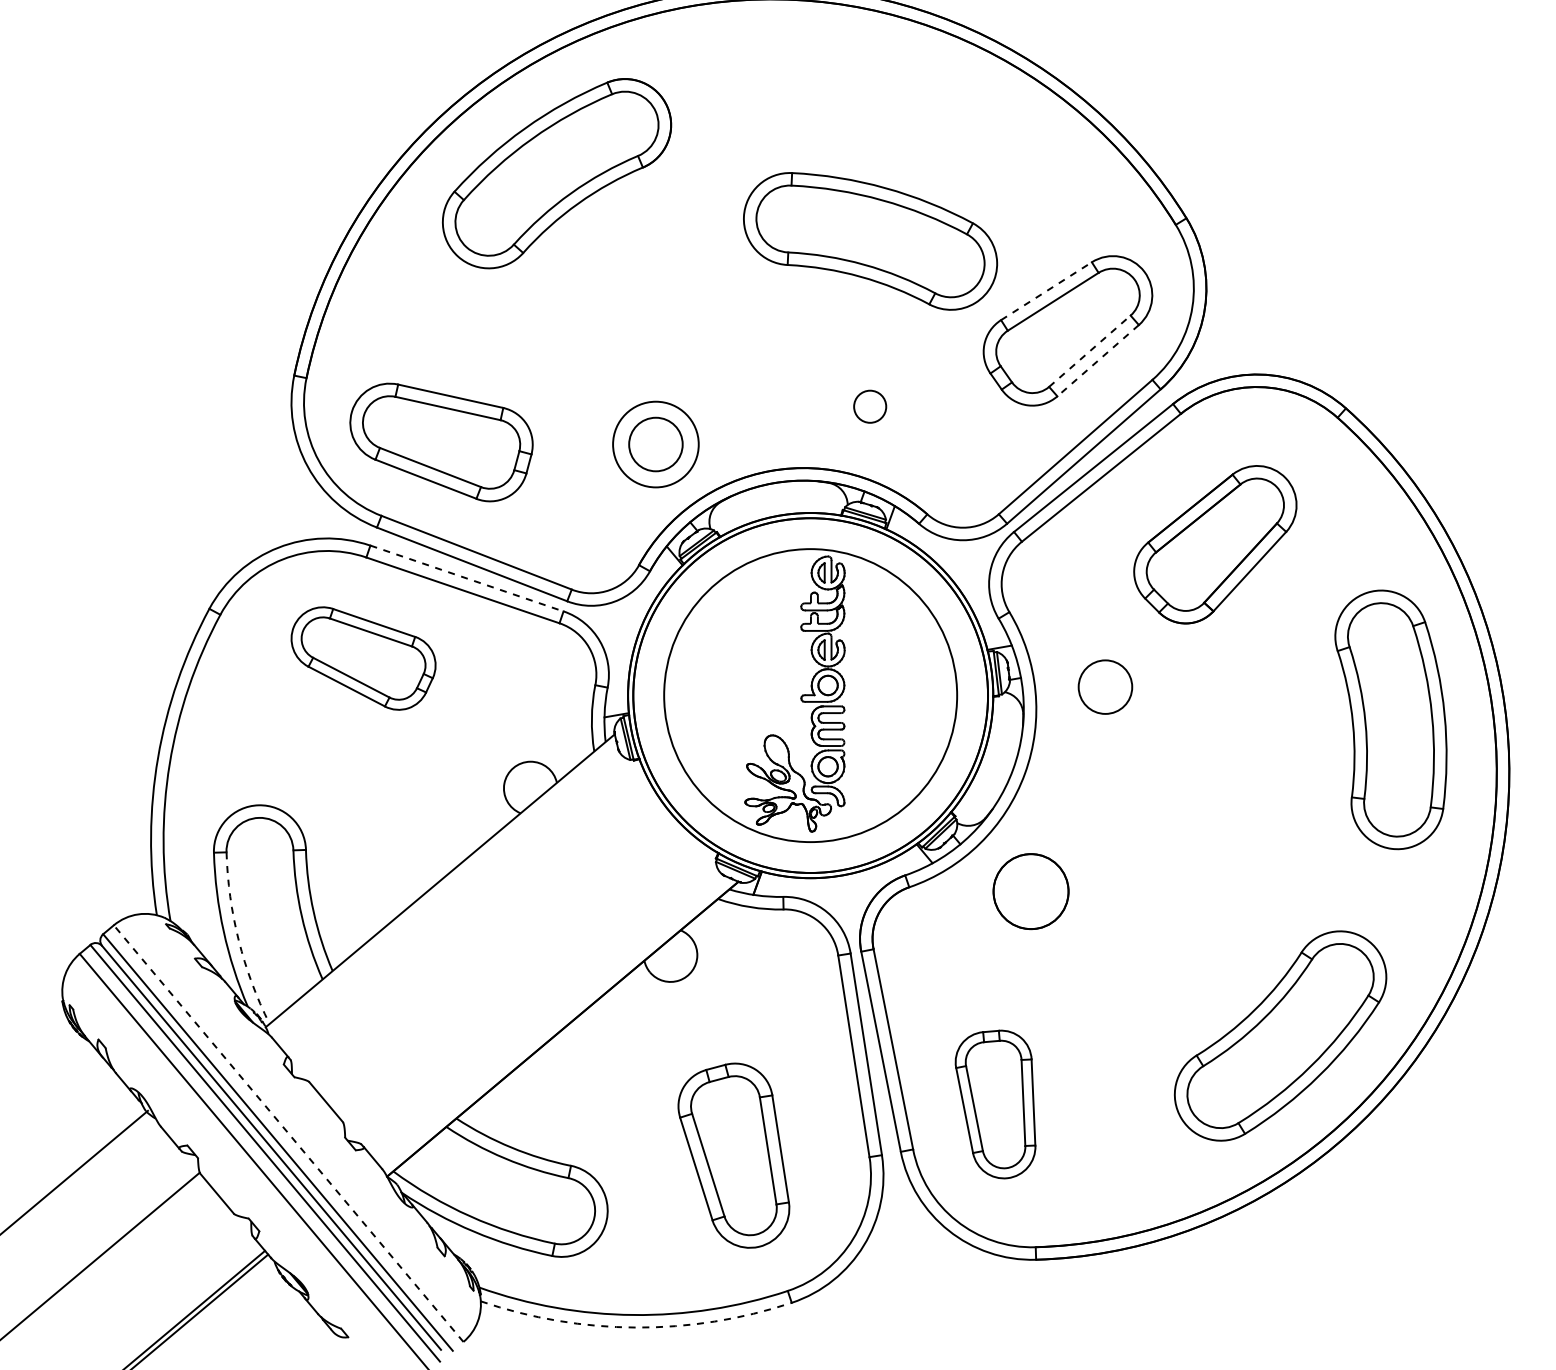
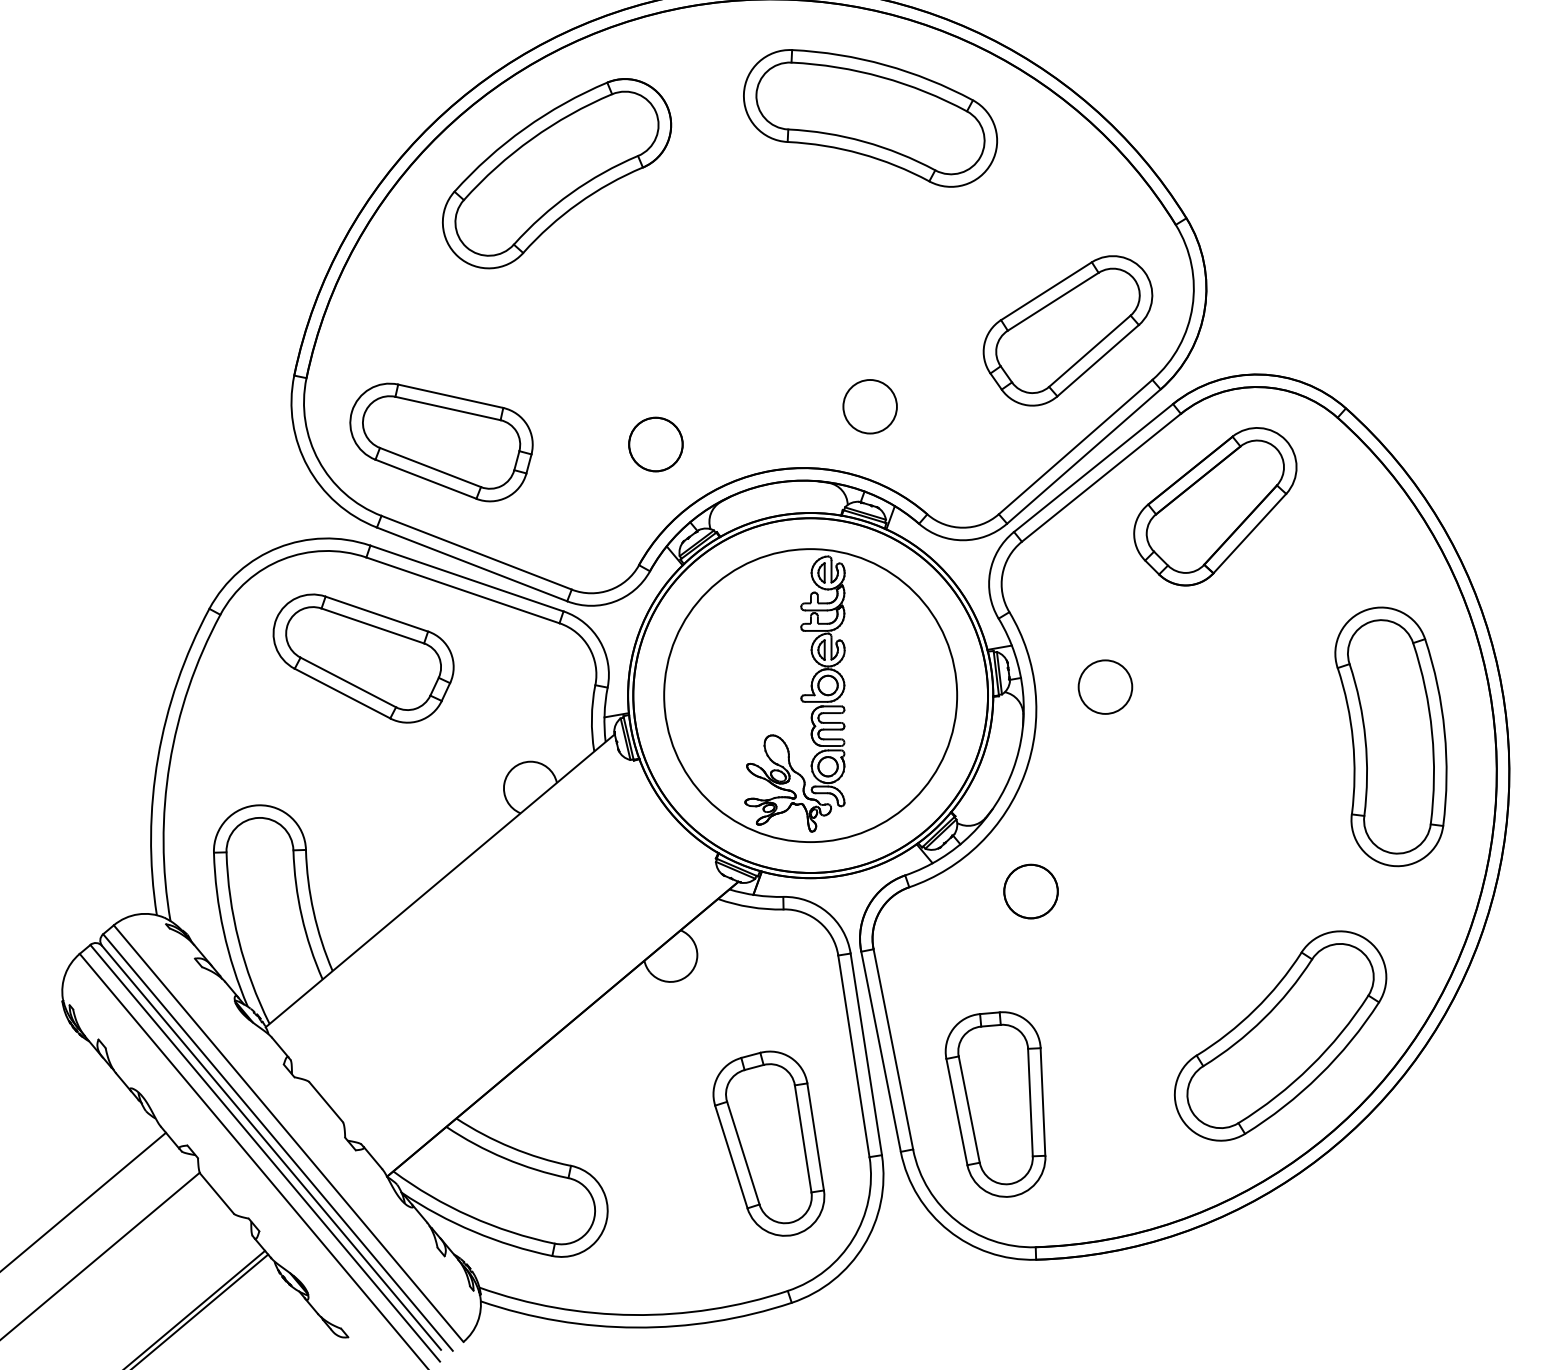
part at (870, 241) position: (870, 241) -> (870, 118)
line at (1046, 291): dashed -> solid
line at (1090, 350): dashed -> solid
line at (1097, 361): dashed -> solid
circle at (870, 406) diameter: 32 px -> 54 px
circle at (655, 444) diameter: 86 px -> 54 px
part at (1215, 544) position: (1215, 544) -> (1215, 506)
line at (467, 578): dashed -> solid
part at (363, 658) size: 147x105 px -> 183x131 px
part at (1390, 719) position: (1390, 719) -> (1390, 736)
part at (1030, 891) size: 78x78 px -> 56x57 px
arc at (238, 940): dashed -> solid
part at (995, 1104) size: 83x151 px -> 103x187 px
line at (288, 1133): dashed -> solid
part at (733, 1155) position: (733, 1155) -> (768, 1143)
line at (74, 1171) position: (74, 1171) -> (83, 1200)
arc at (636, 1327): dashed -> solid
